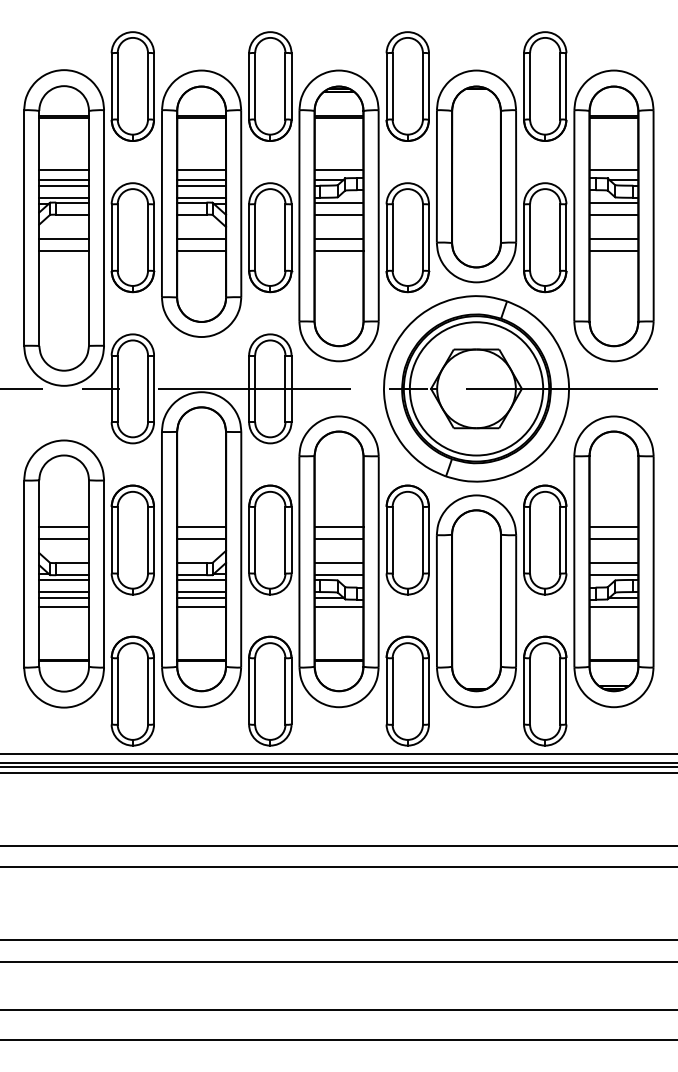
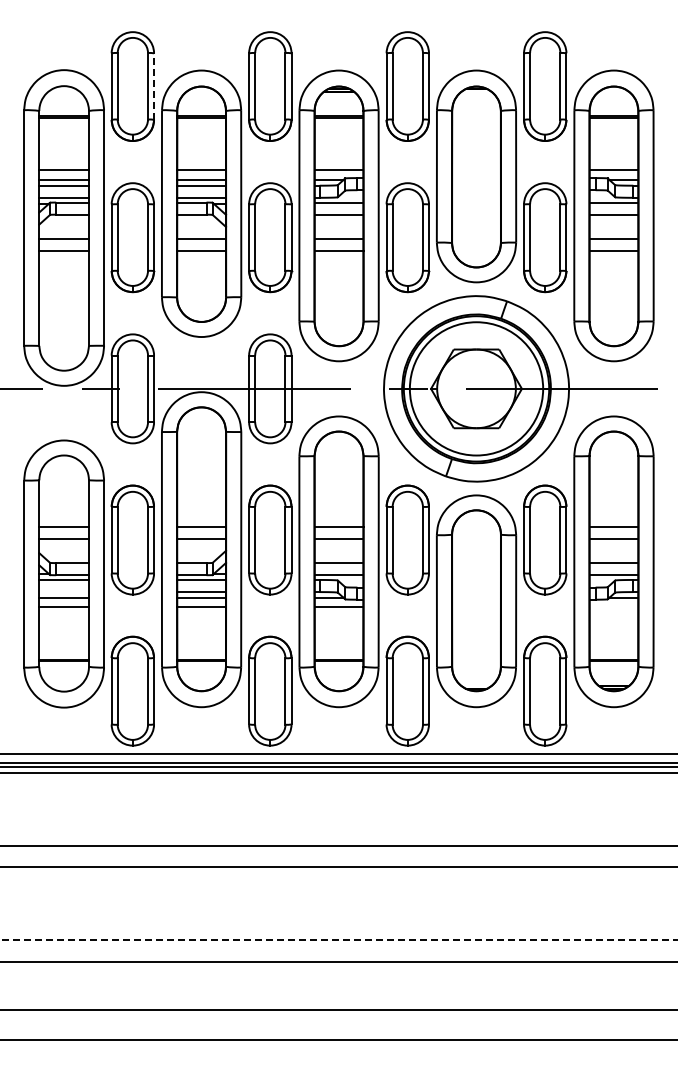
line at (154, 86): solid -> dashed
line at (63, 592): present -> none
line at (613, 607): present -> none
line at (339, 940): solid -> dashed
